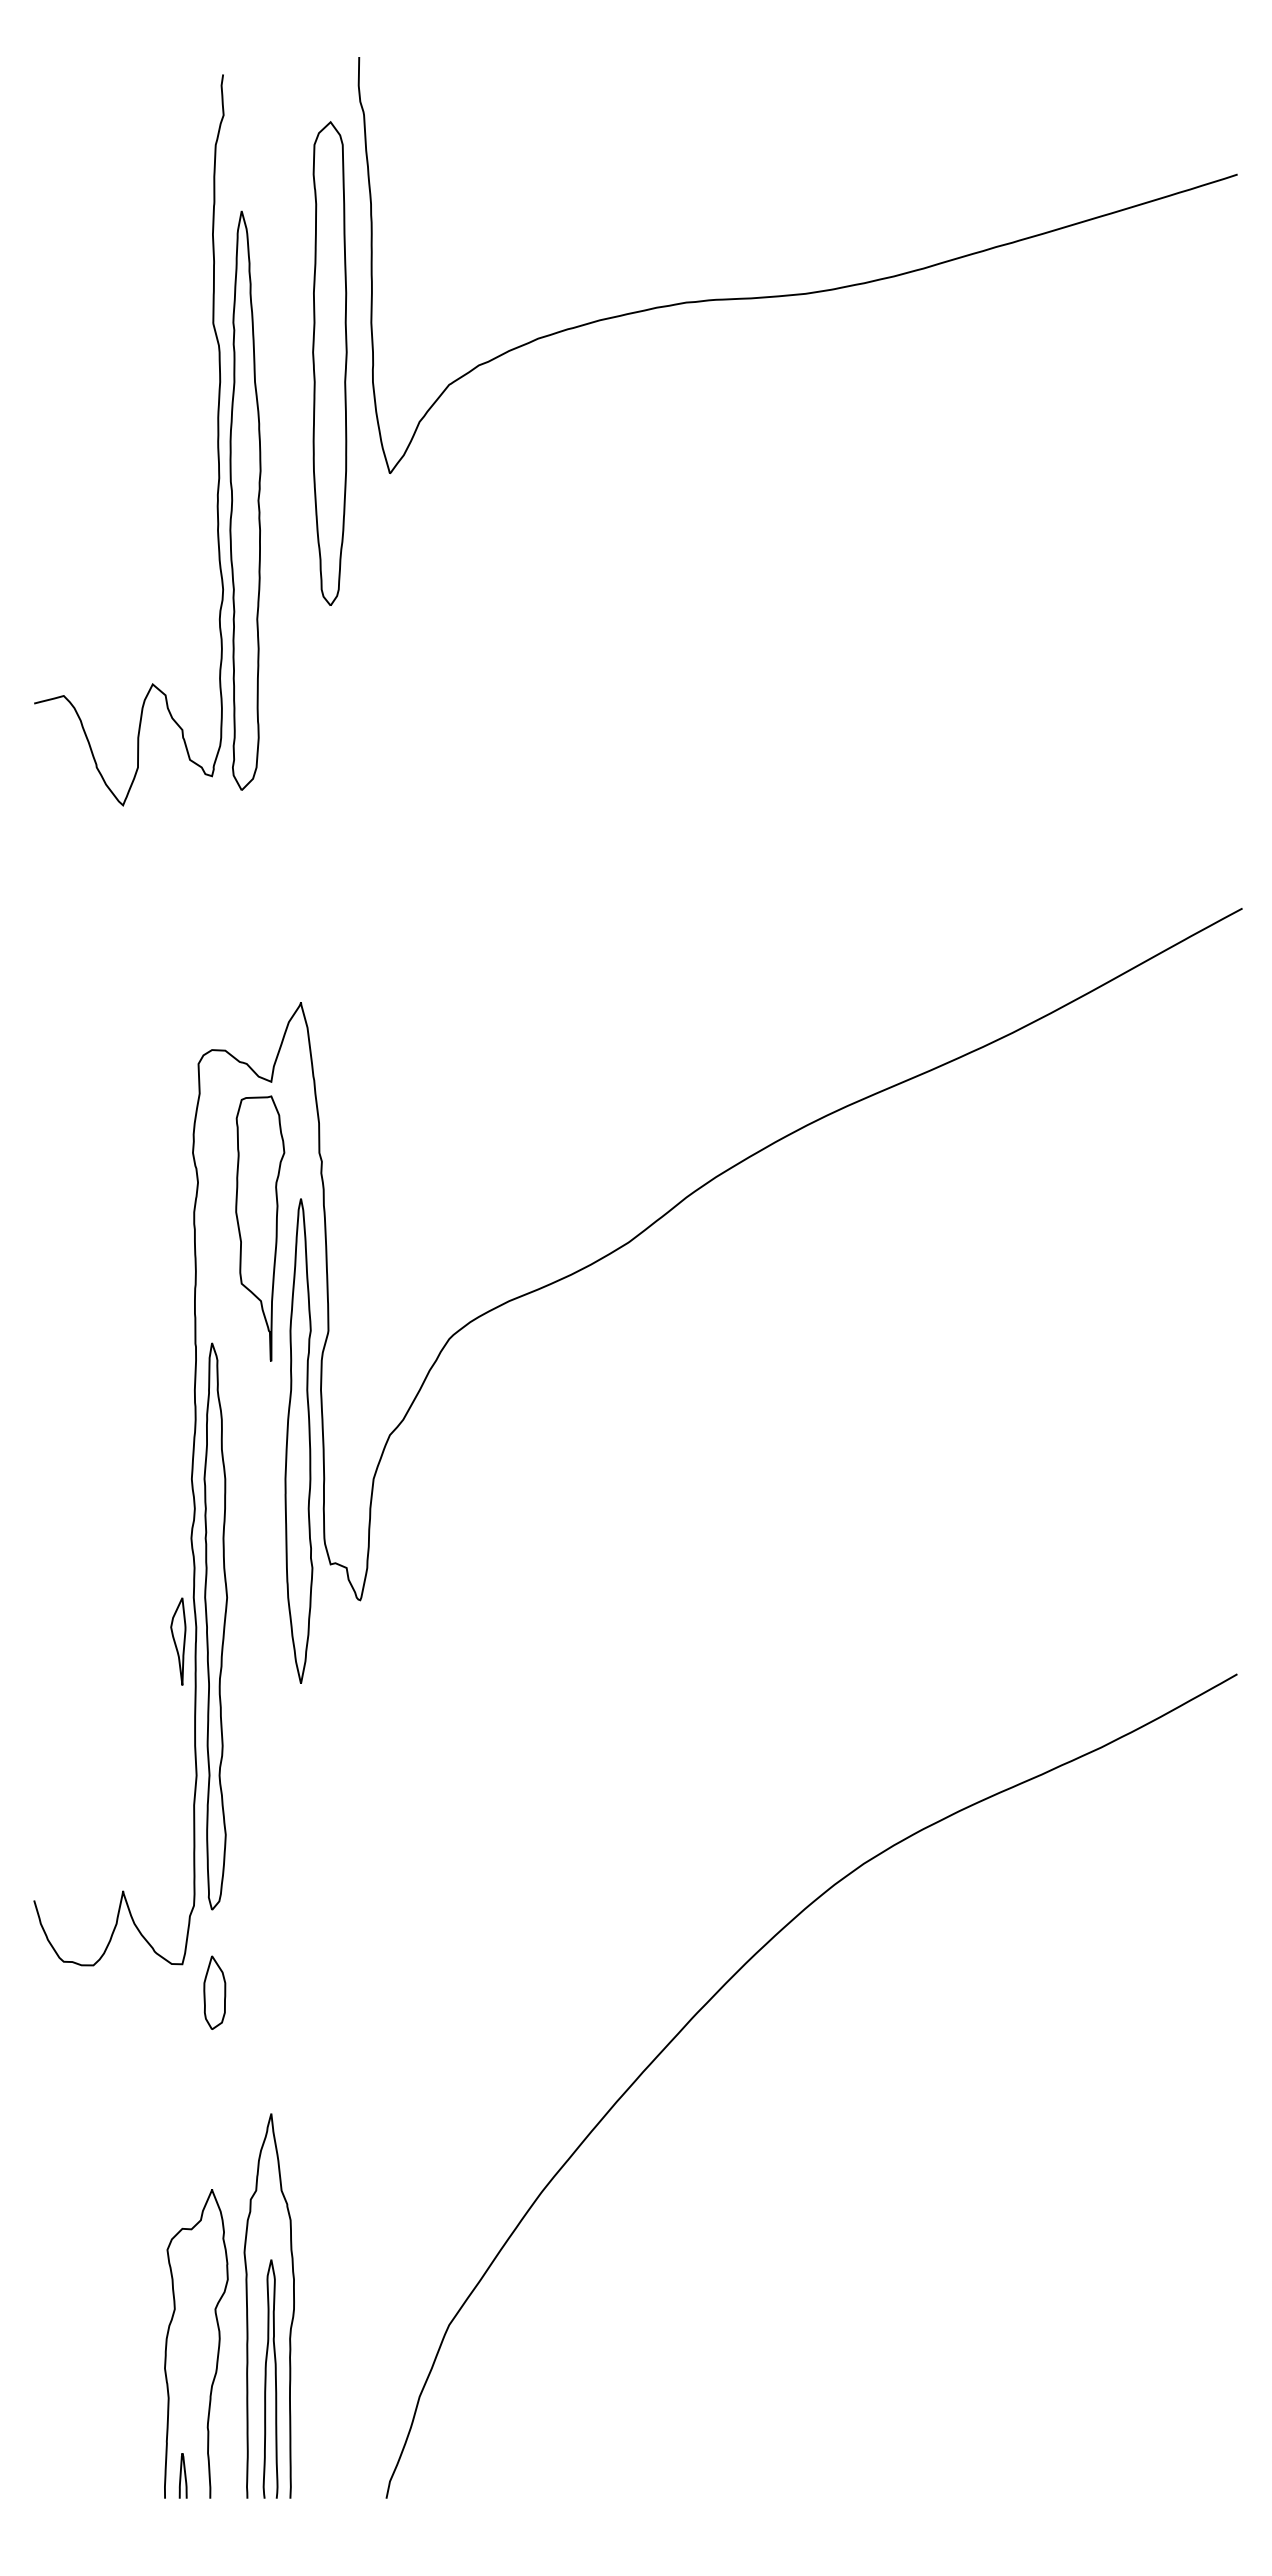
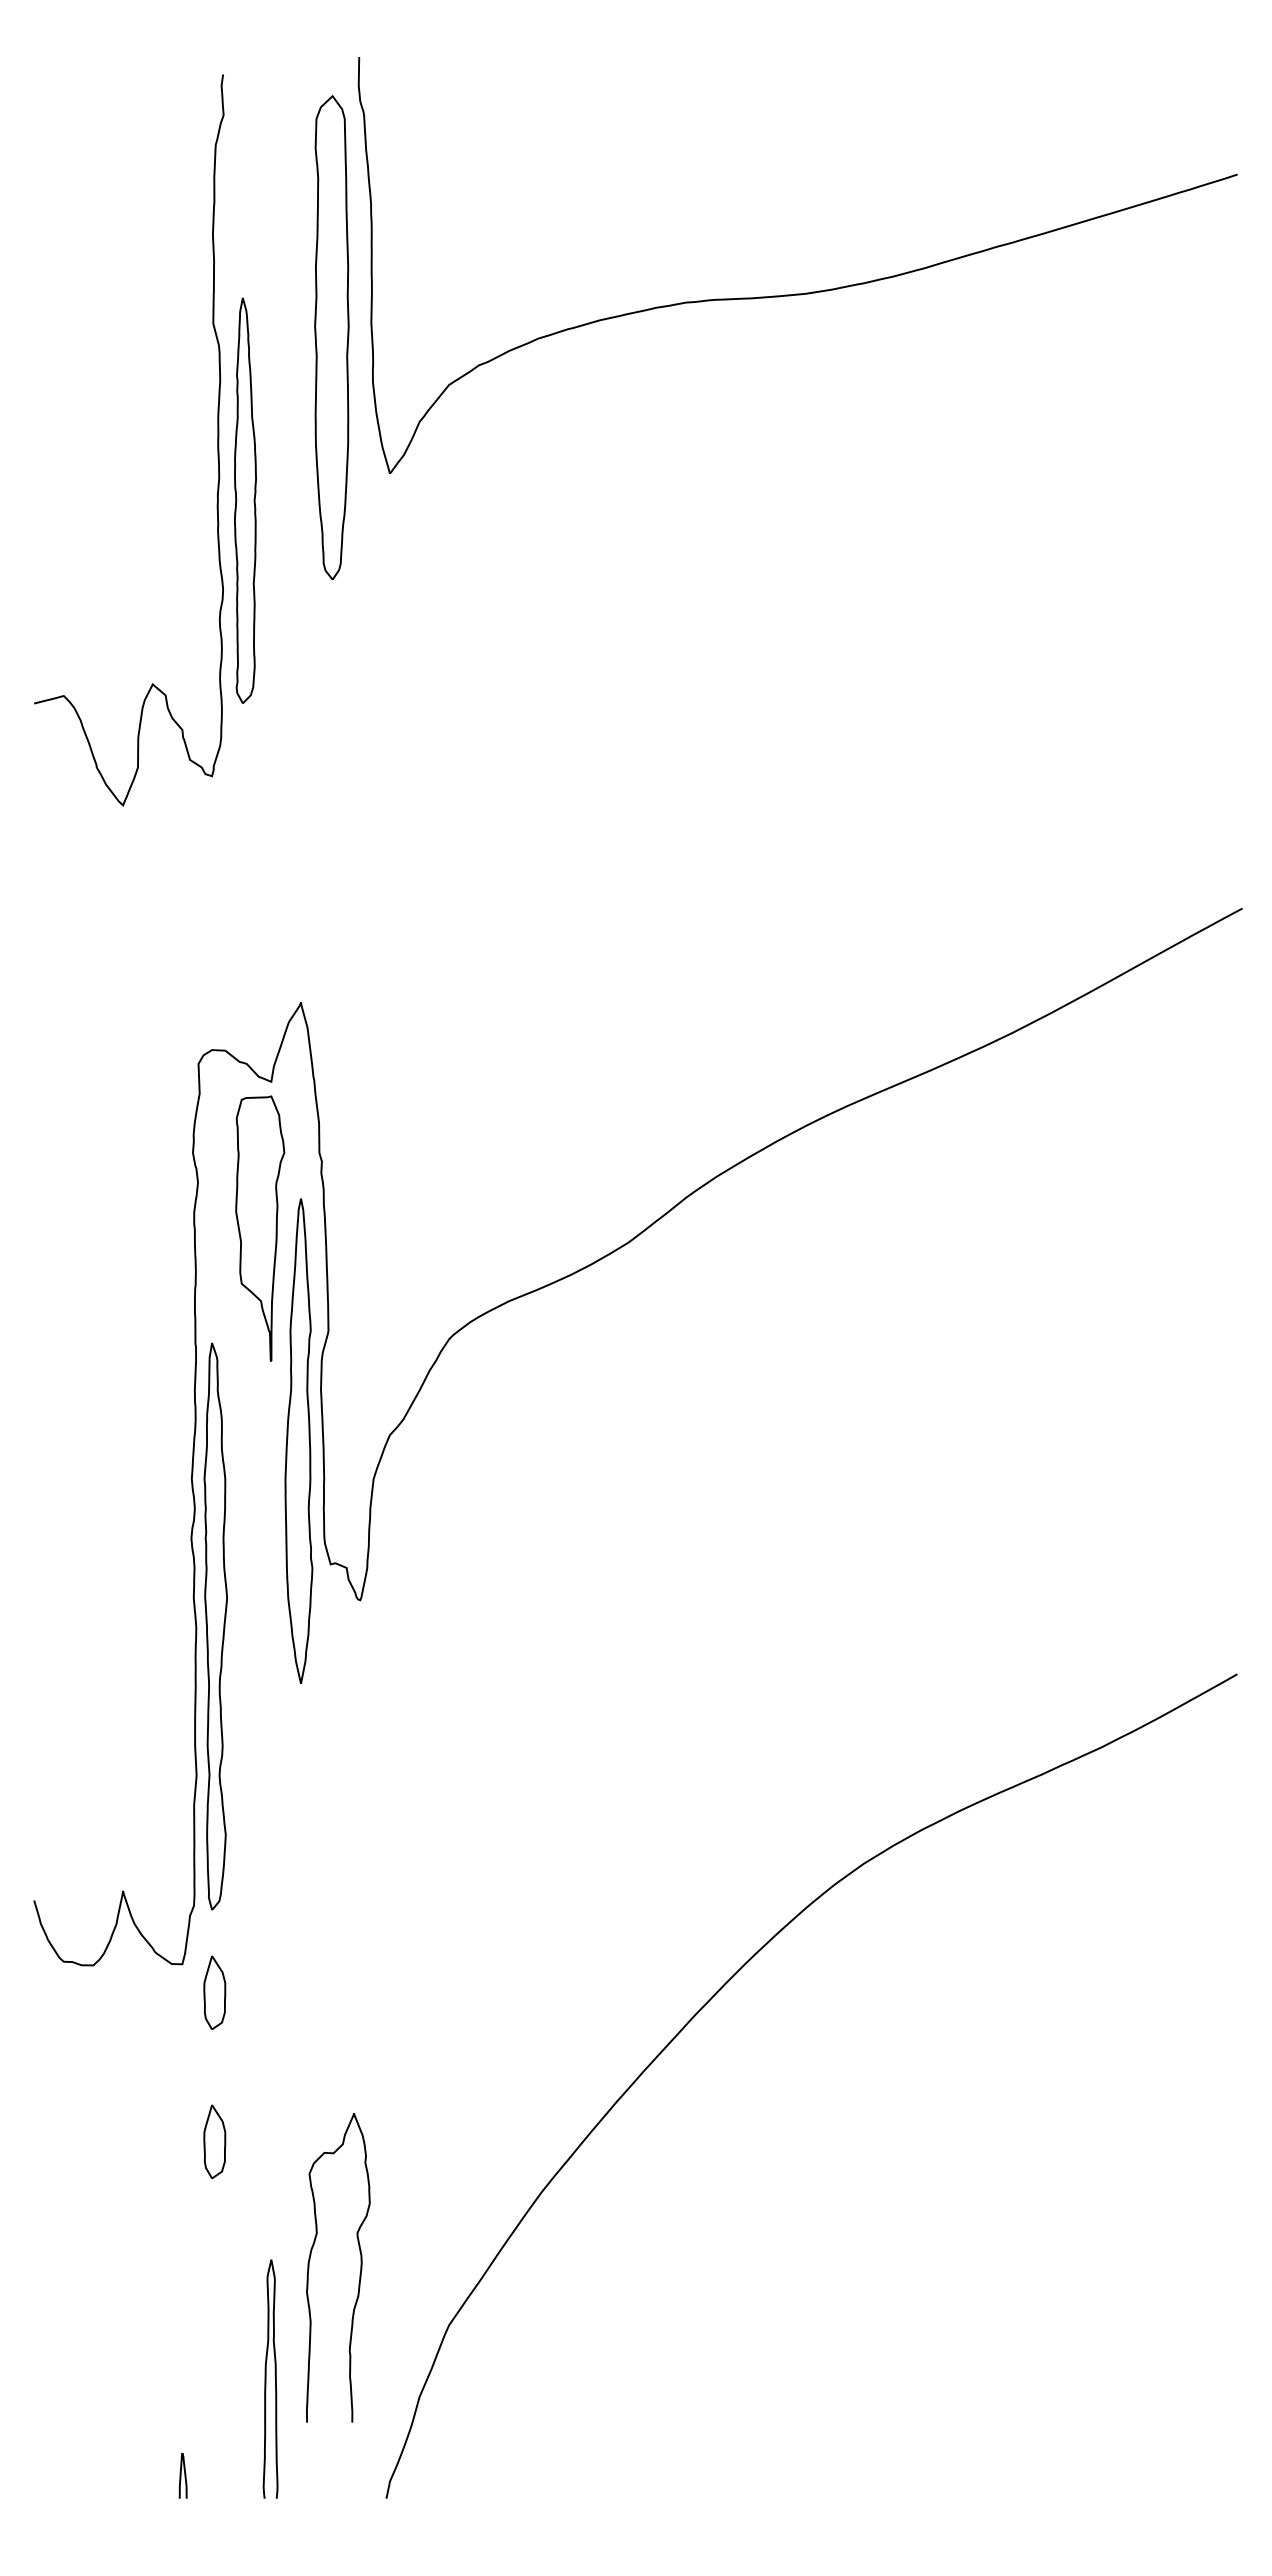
part at (329, 363) position: (329, 363) -> (331, 337)
part at (245, 500) size: 33x581 px -> 23x407 px
part at (178, 1641): present -> none
part at (214, 2141): none -> present
curve at (247, 2305): present -> none
curve at (217, 2349) position: (217, 2349) -> (359, 2273)
